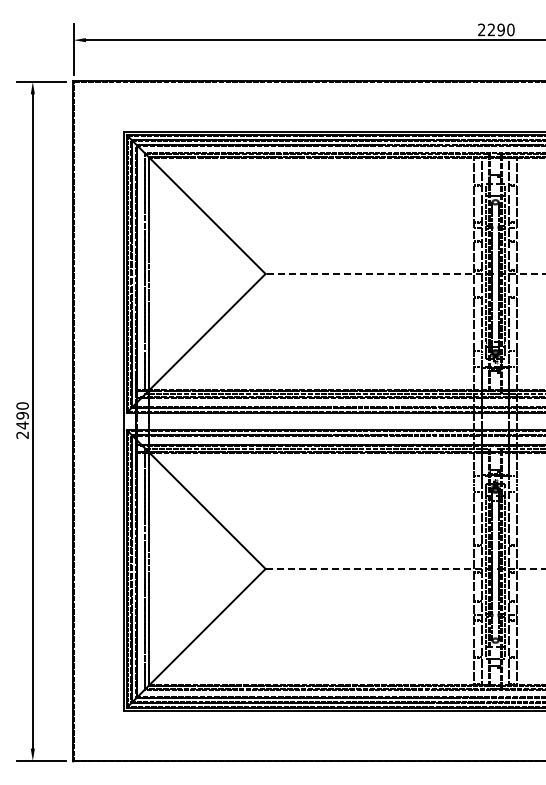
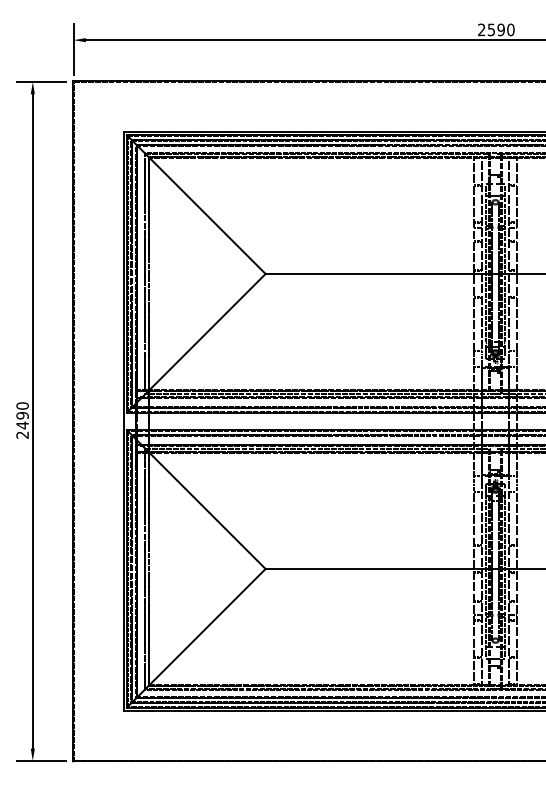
text at (490, 29): 2290 -> 2590
line at (405, 273): dashed -> solid
line at (405, 568): dashed -> solid
